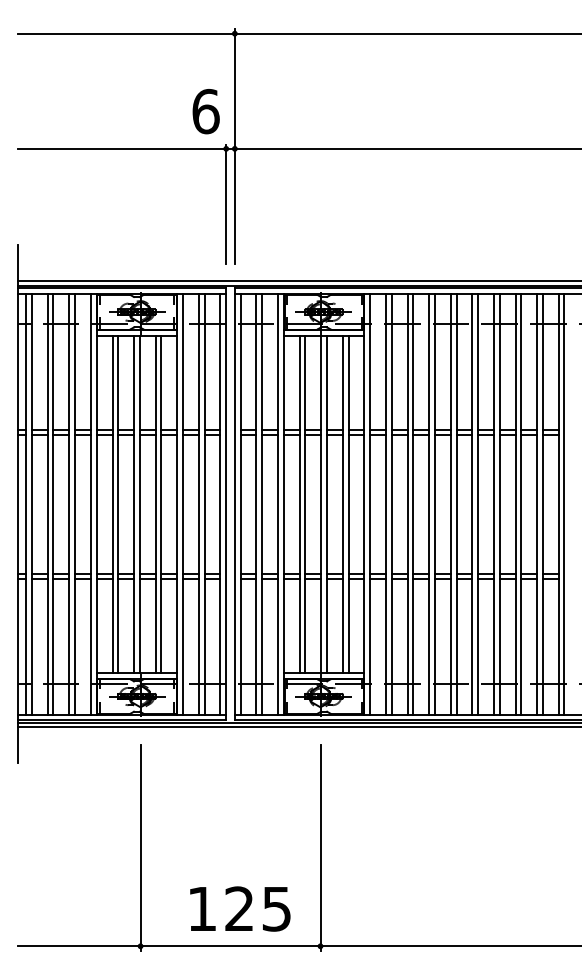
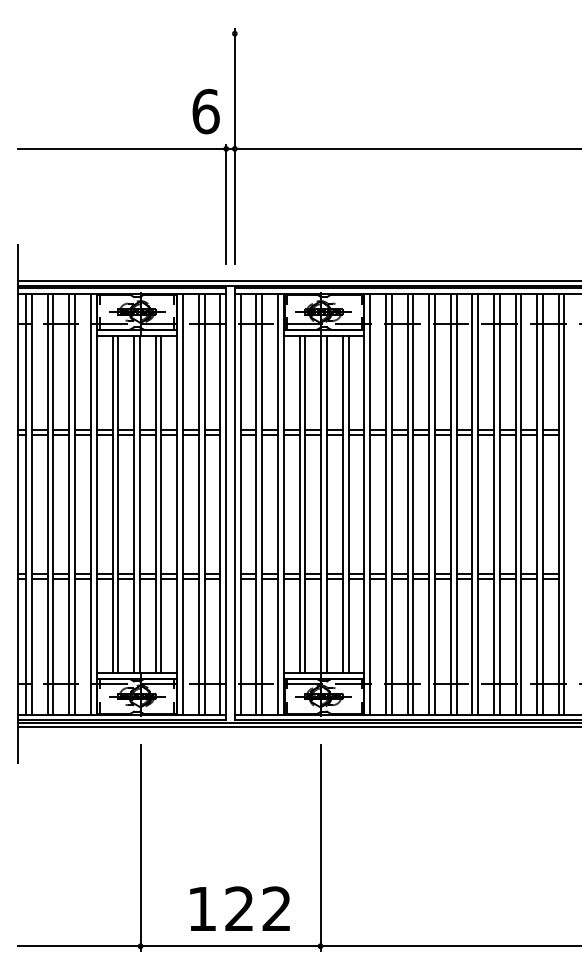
line at (297, 33): present -> none
text at (276, 908): 125 -> 122
